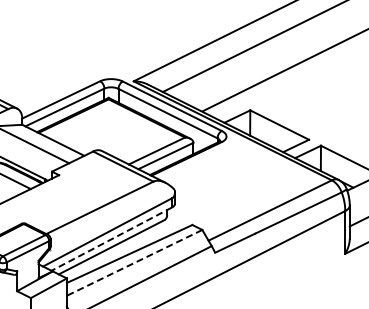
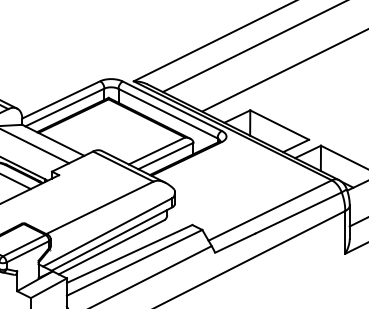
line at (111, 239): dashed -> solid
line at (134, 263): dashed -> solid
